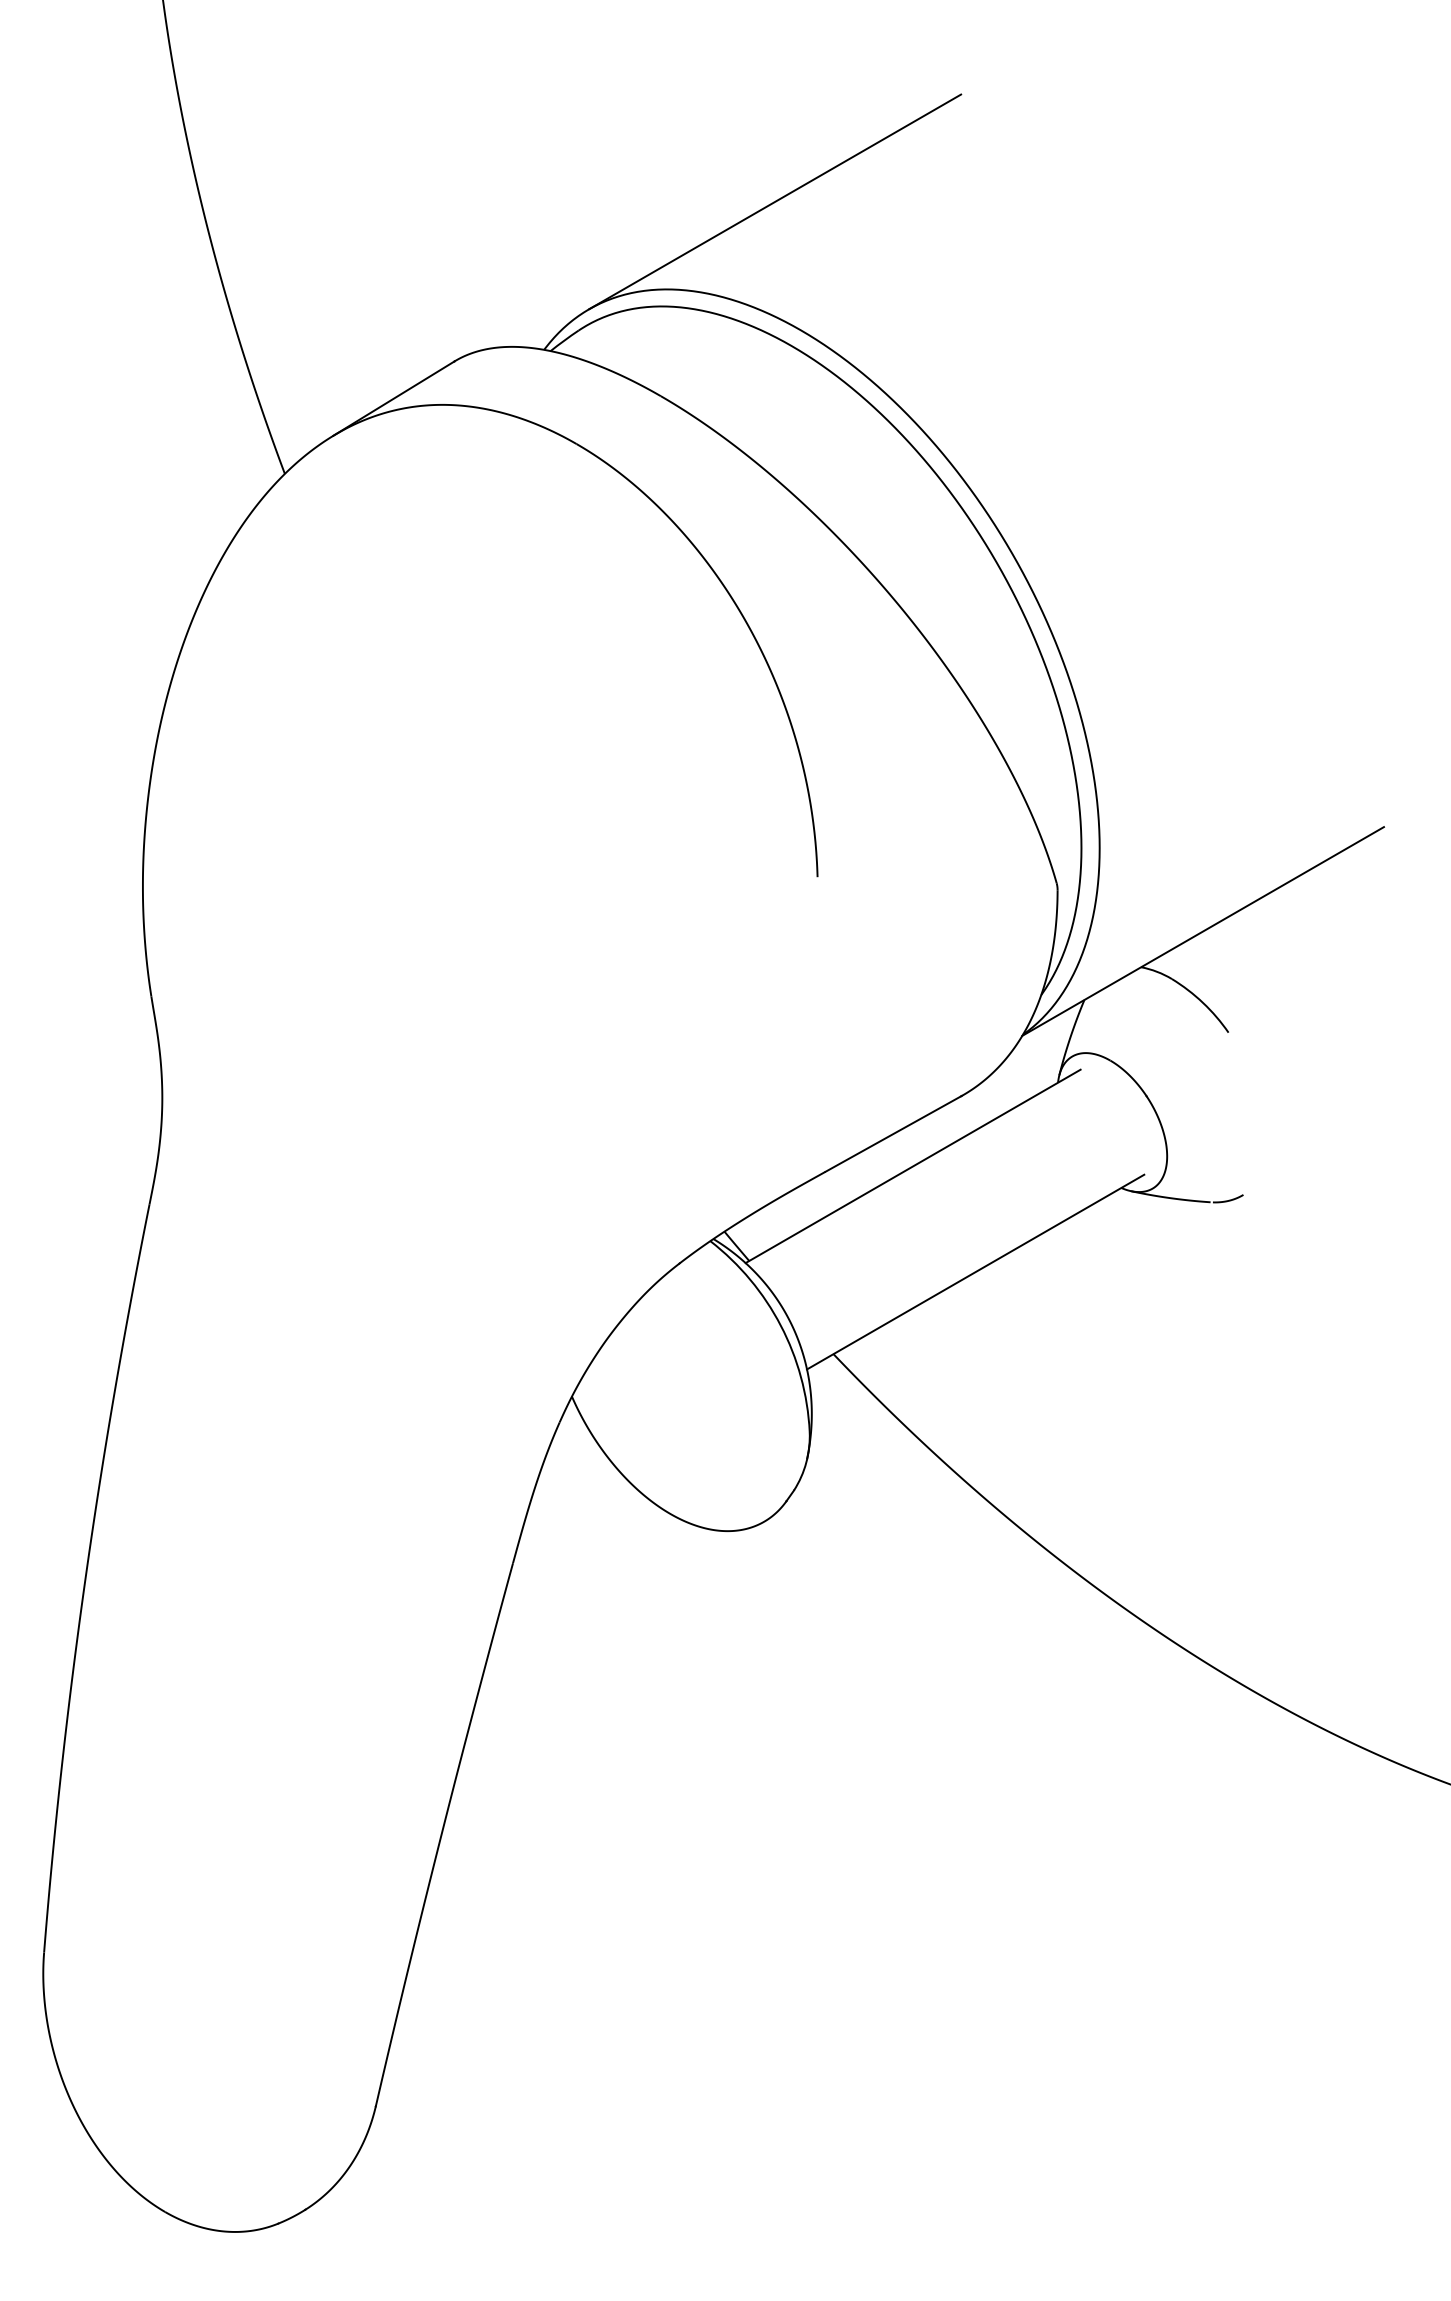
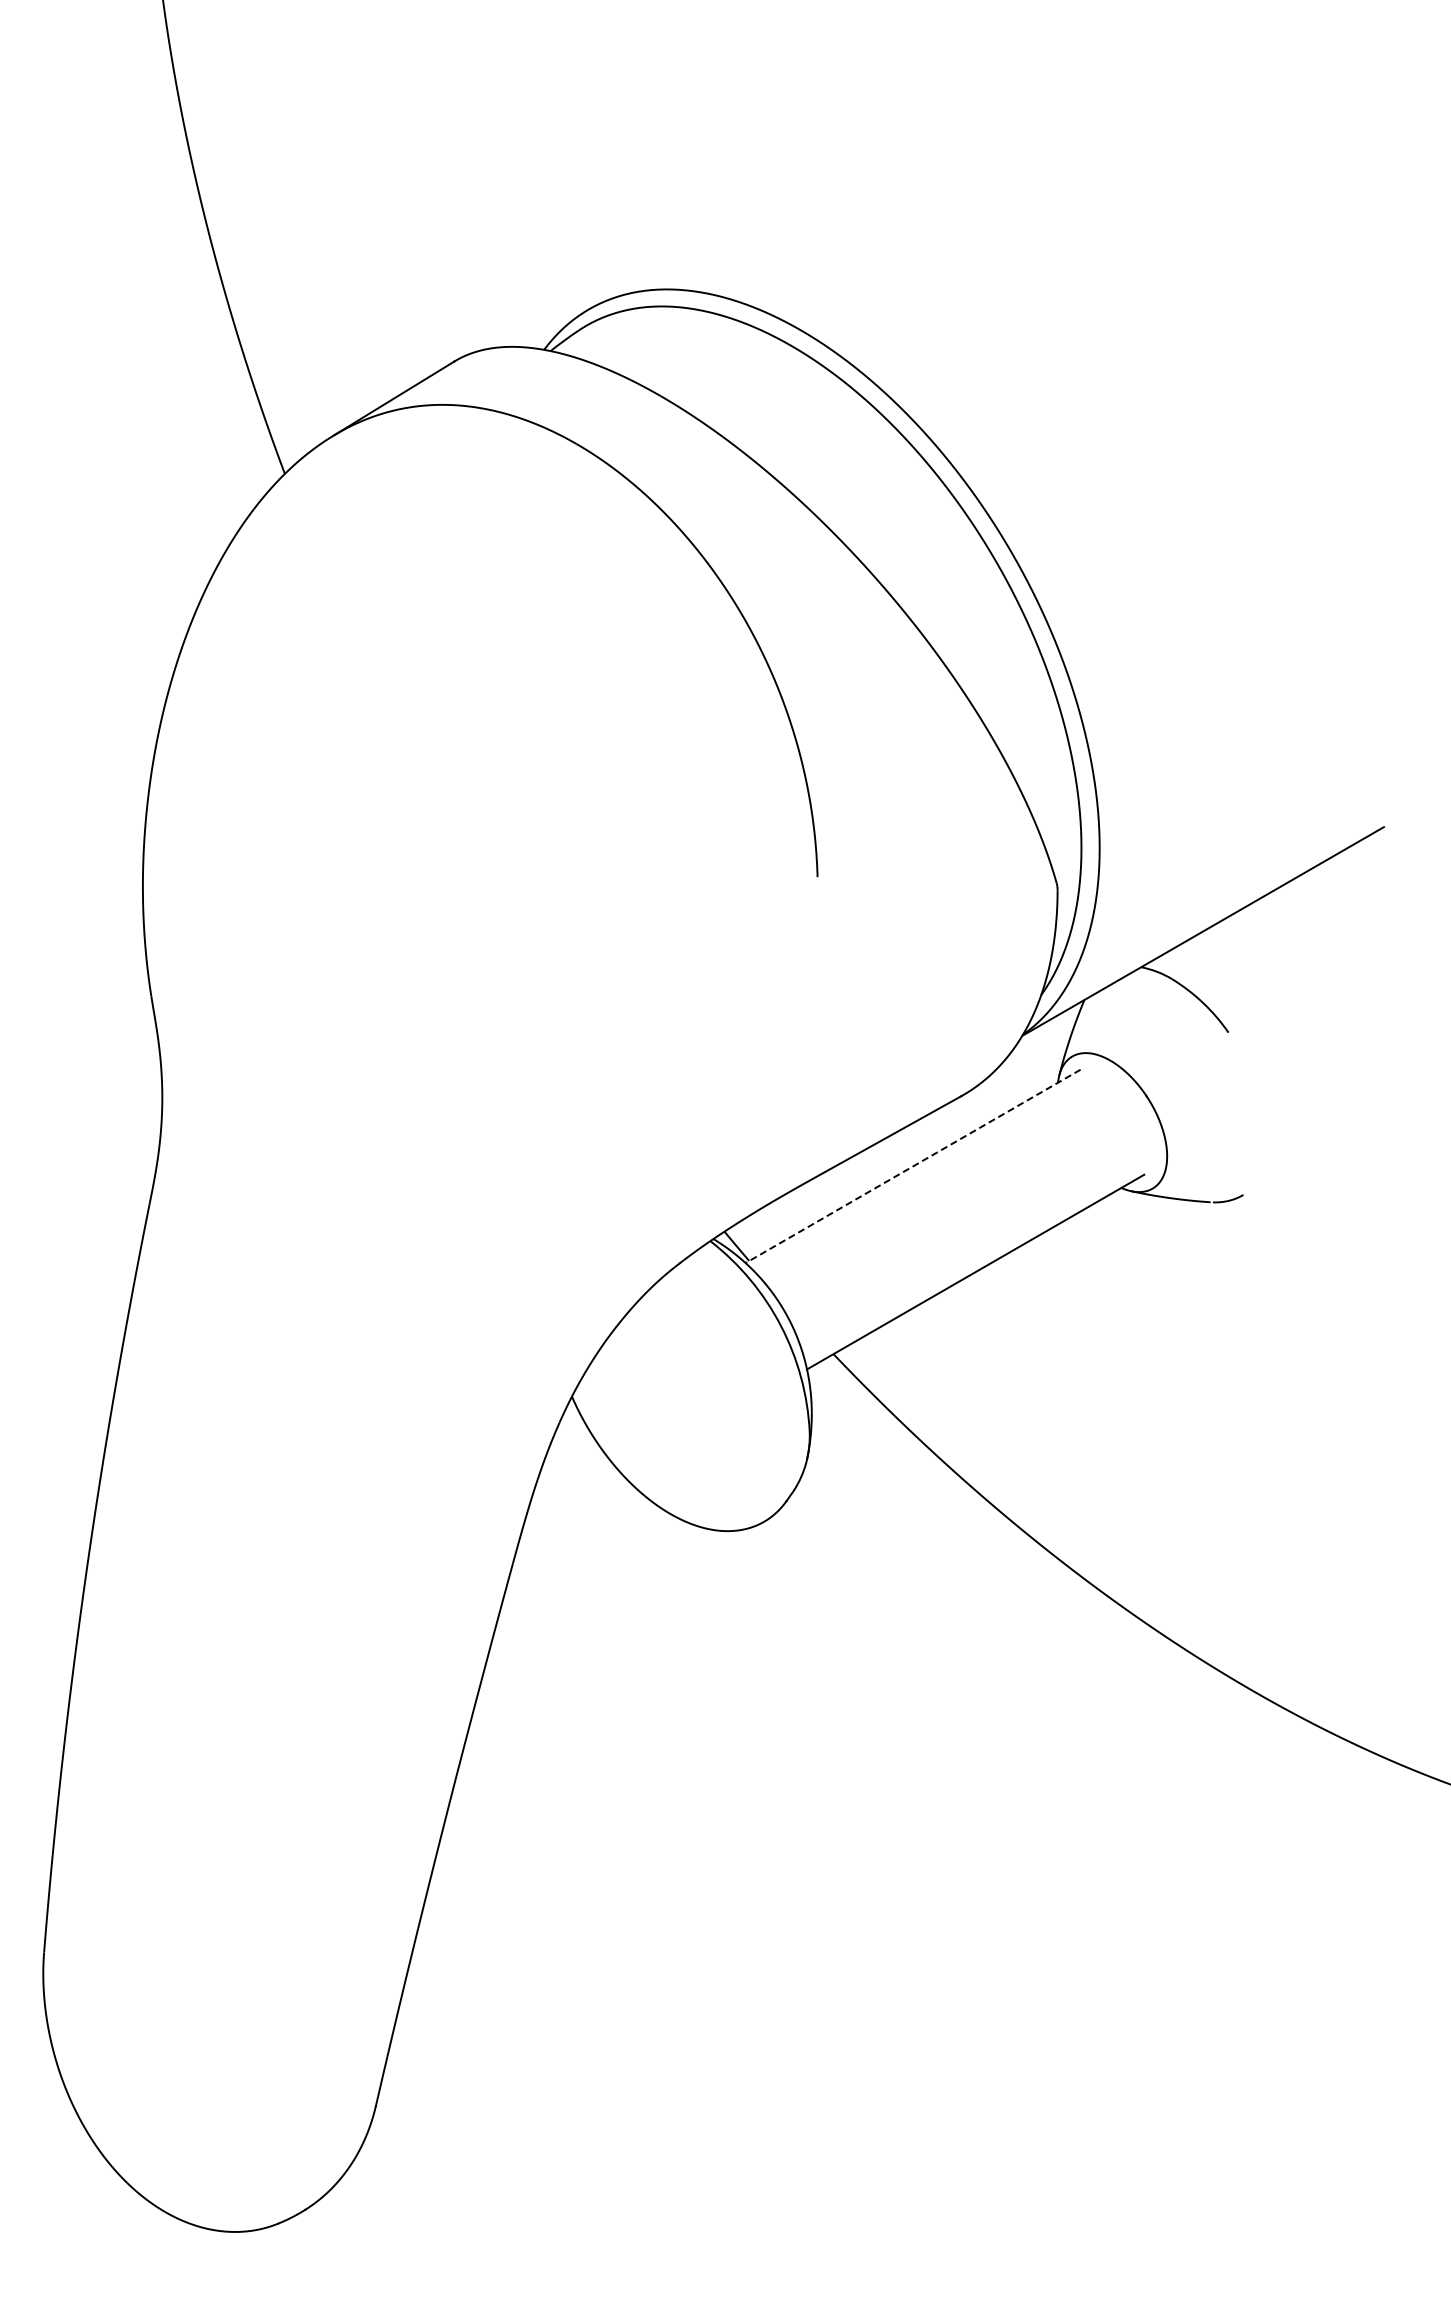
line at (775, 201): present -> none
line at (912, 1166): solid -> dashed
